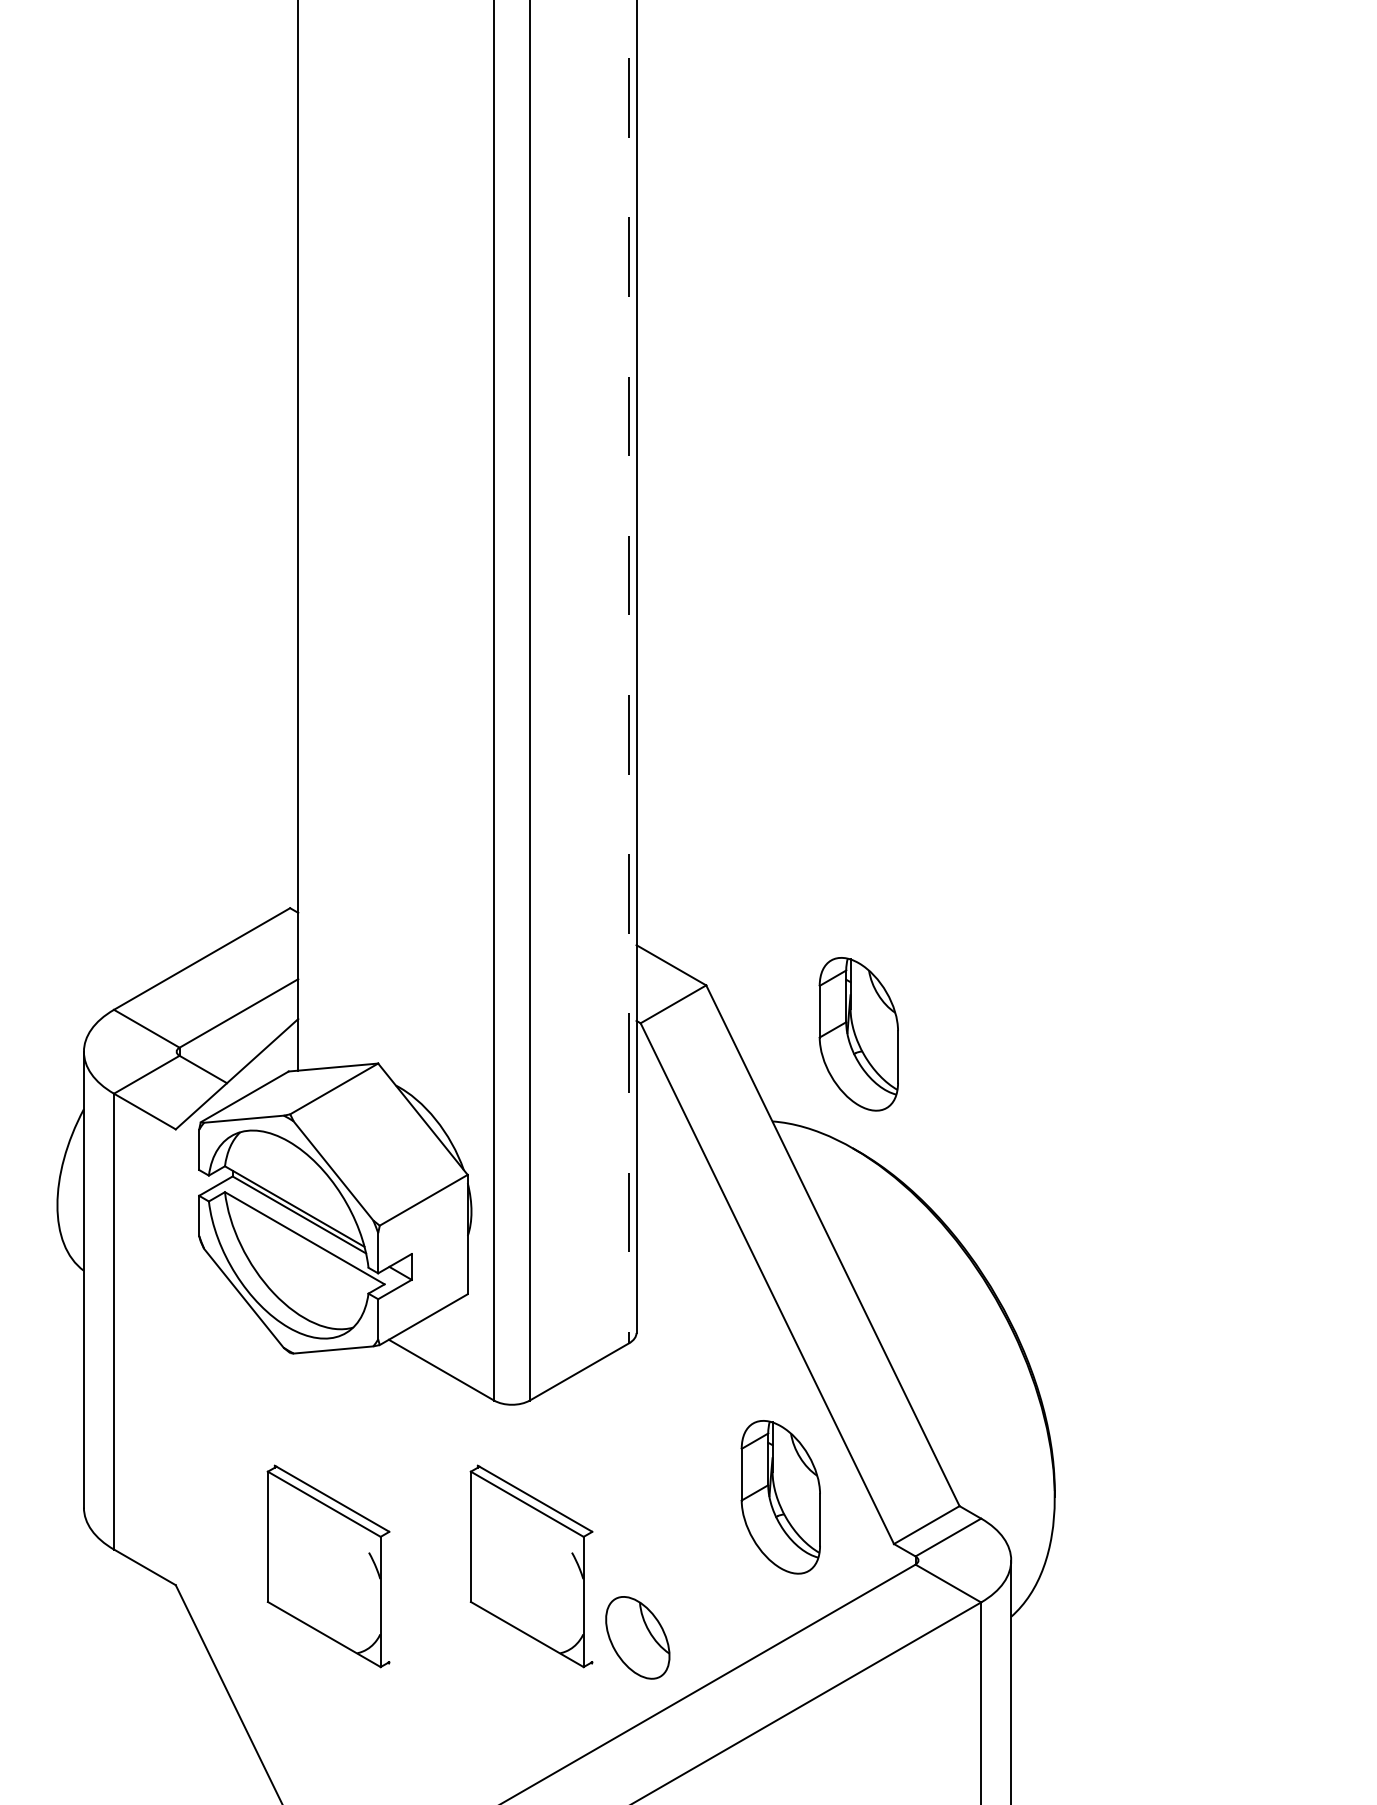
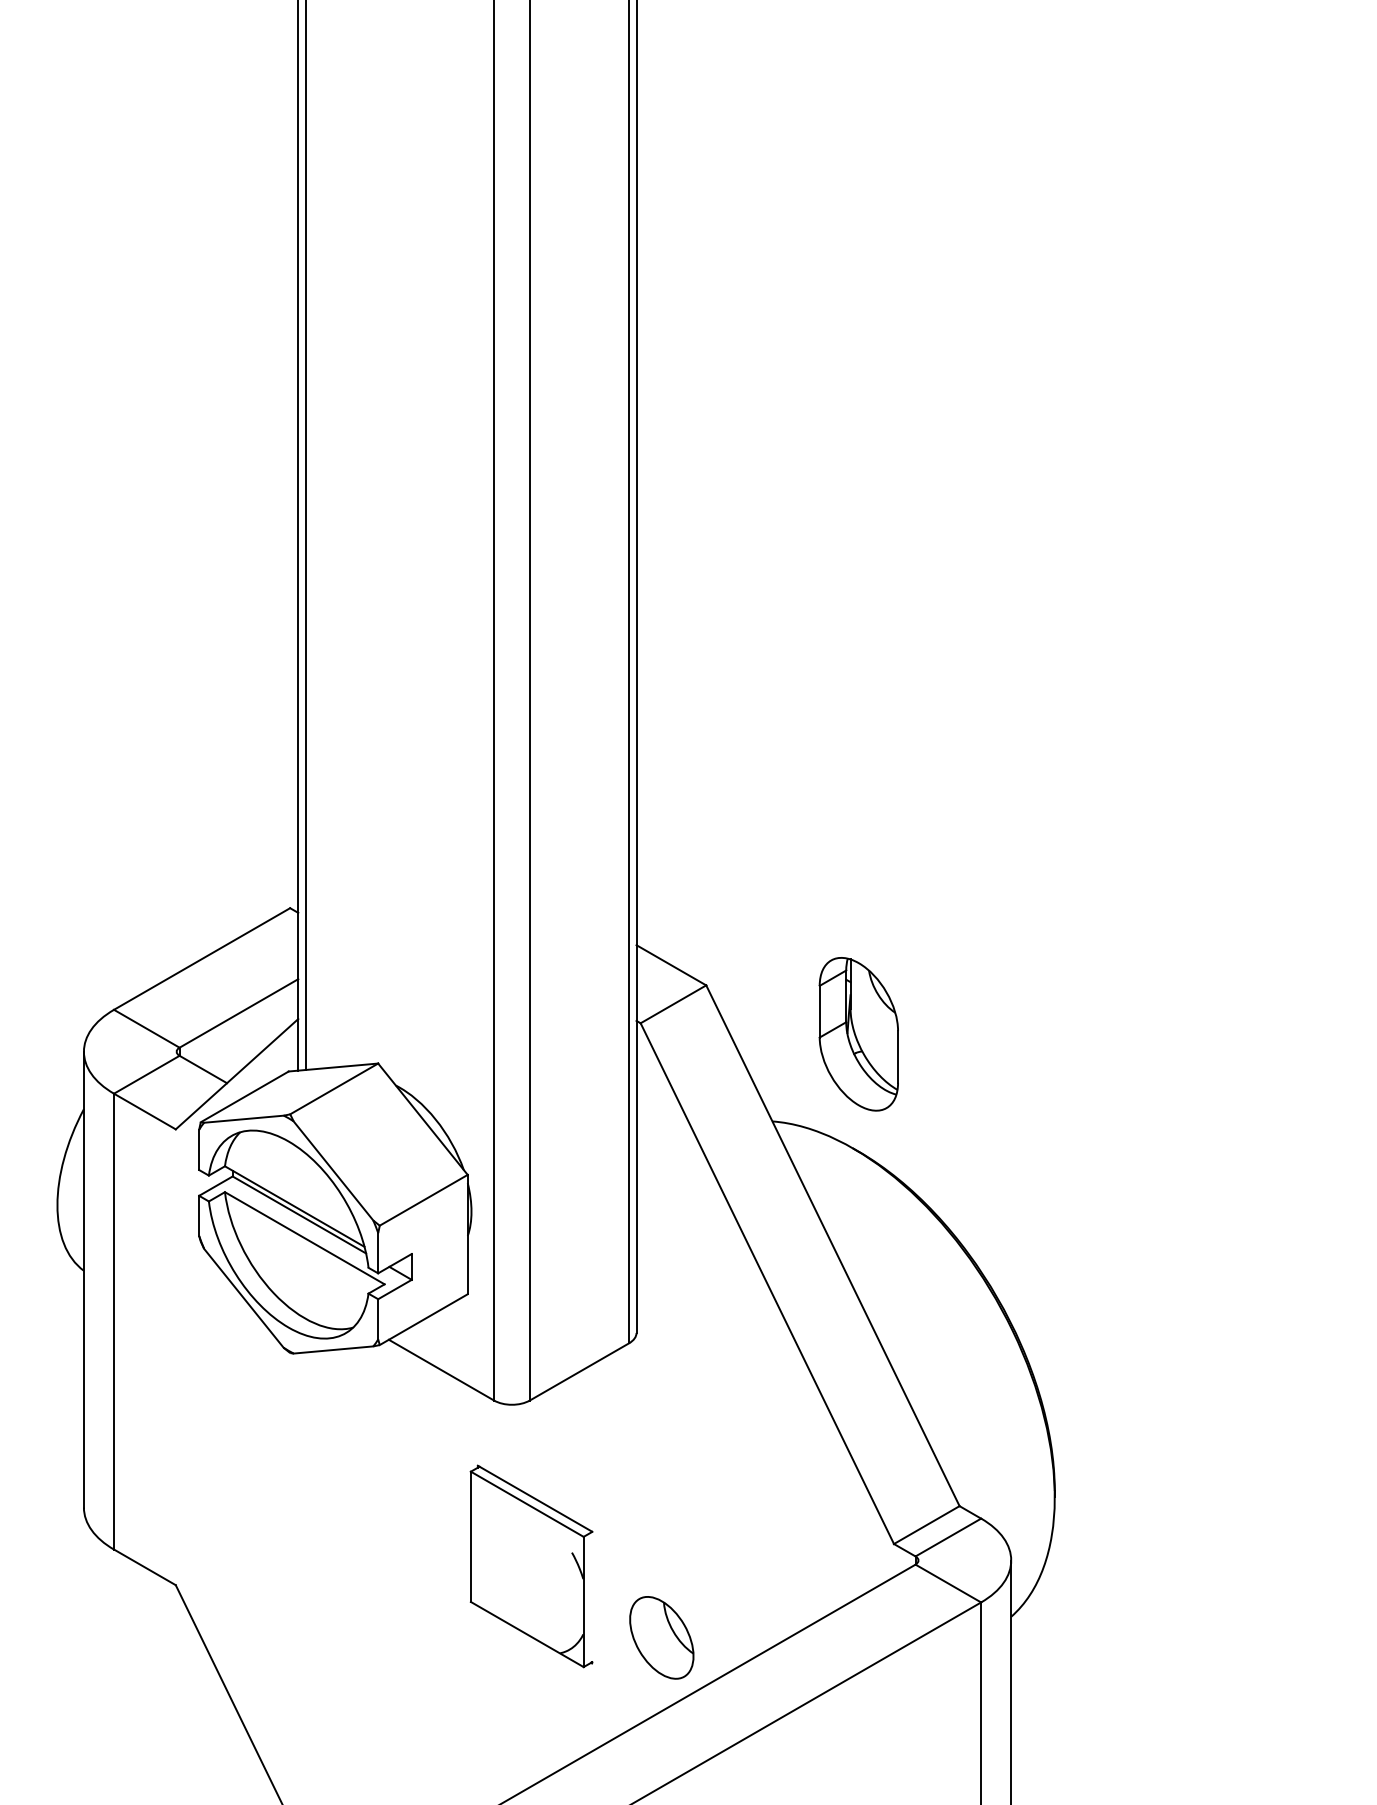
line at (305, 536): none -> present
line at (629, 672): dashed -> solid
part at (780, 1497): present -> none
part at (328, 1566): present -> none
part at (637, 1637) position: (637, 1637) -> (661, 1637)
